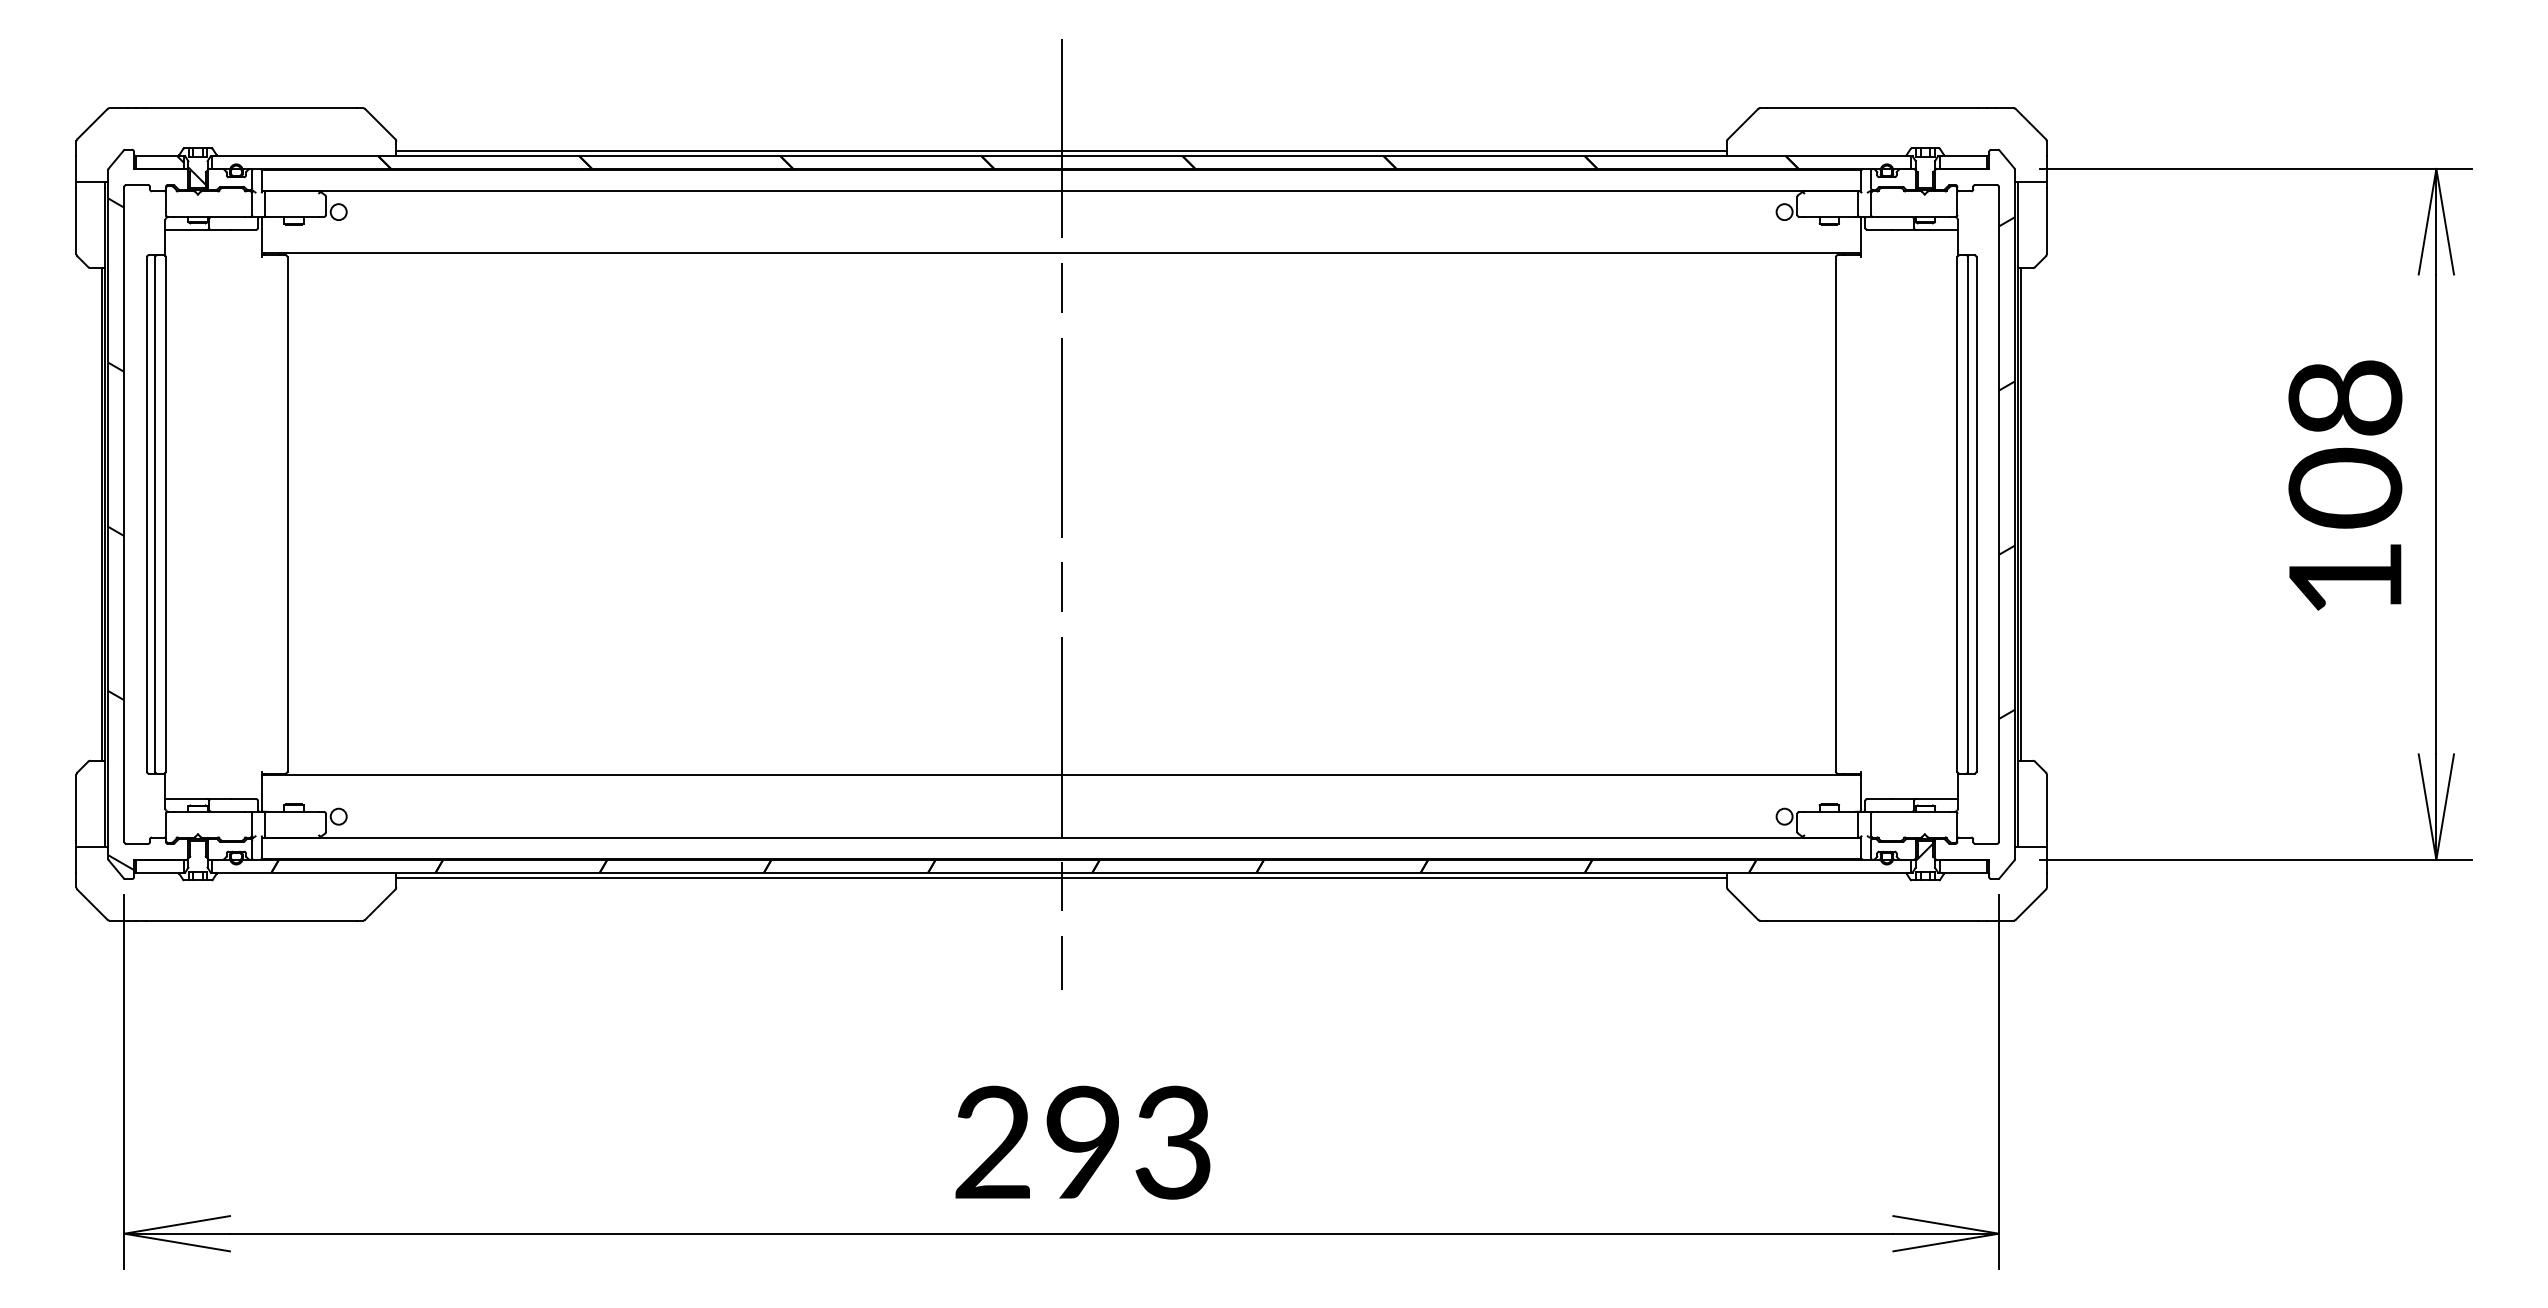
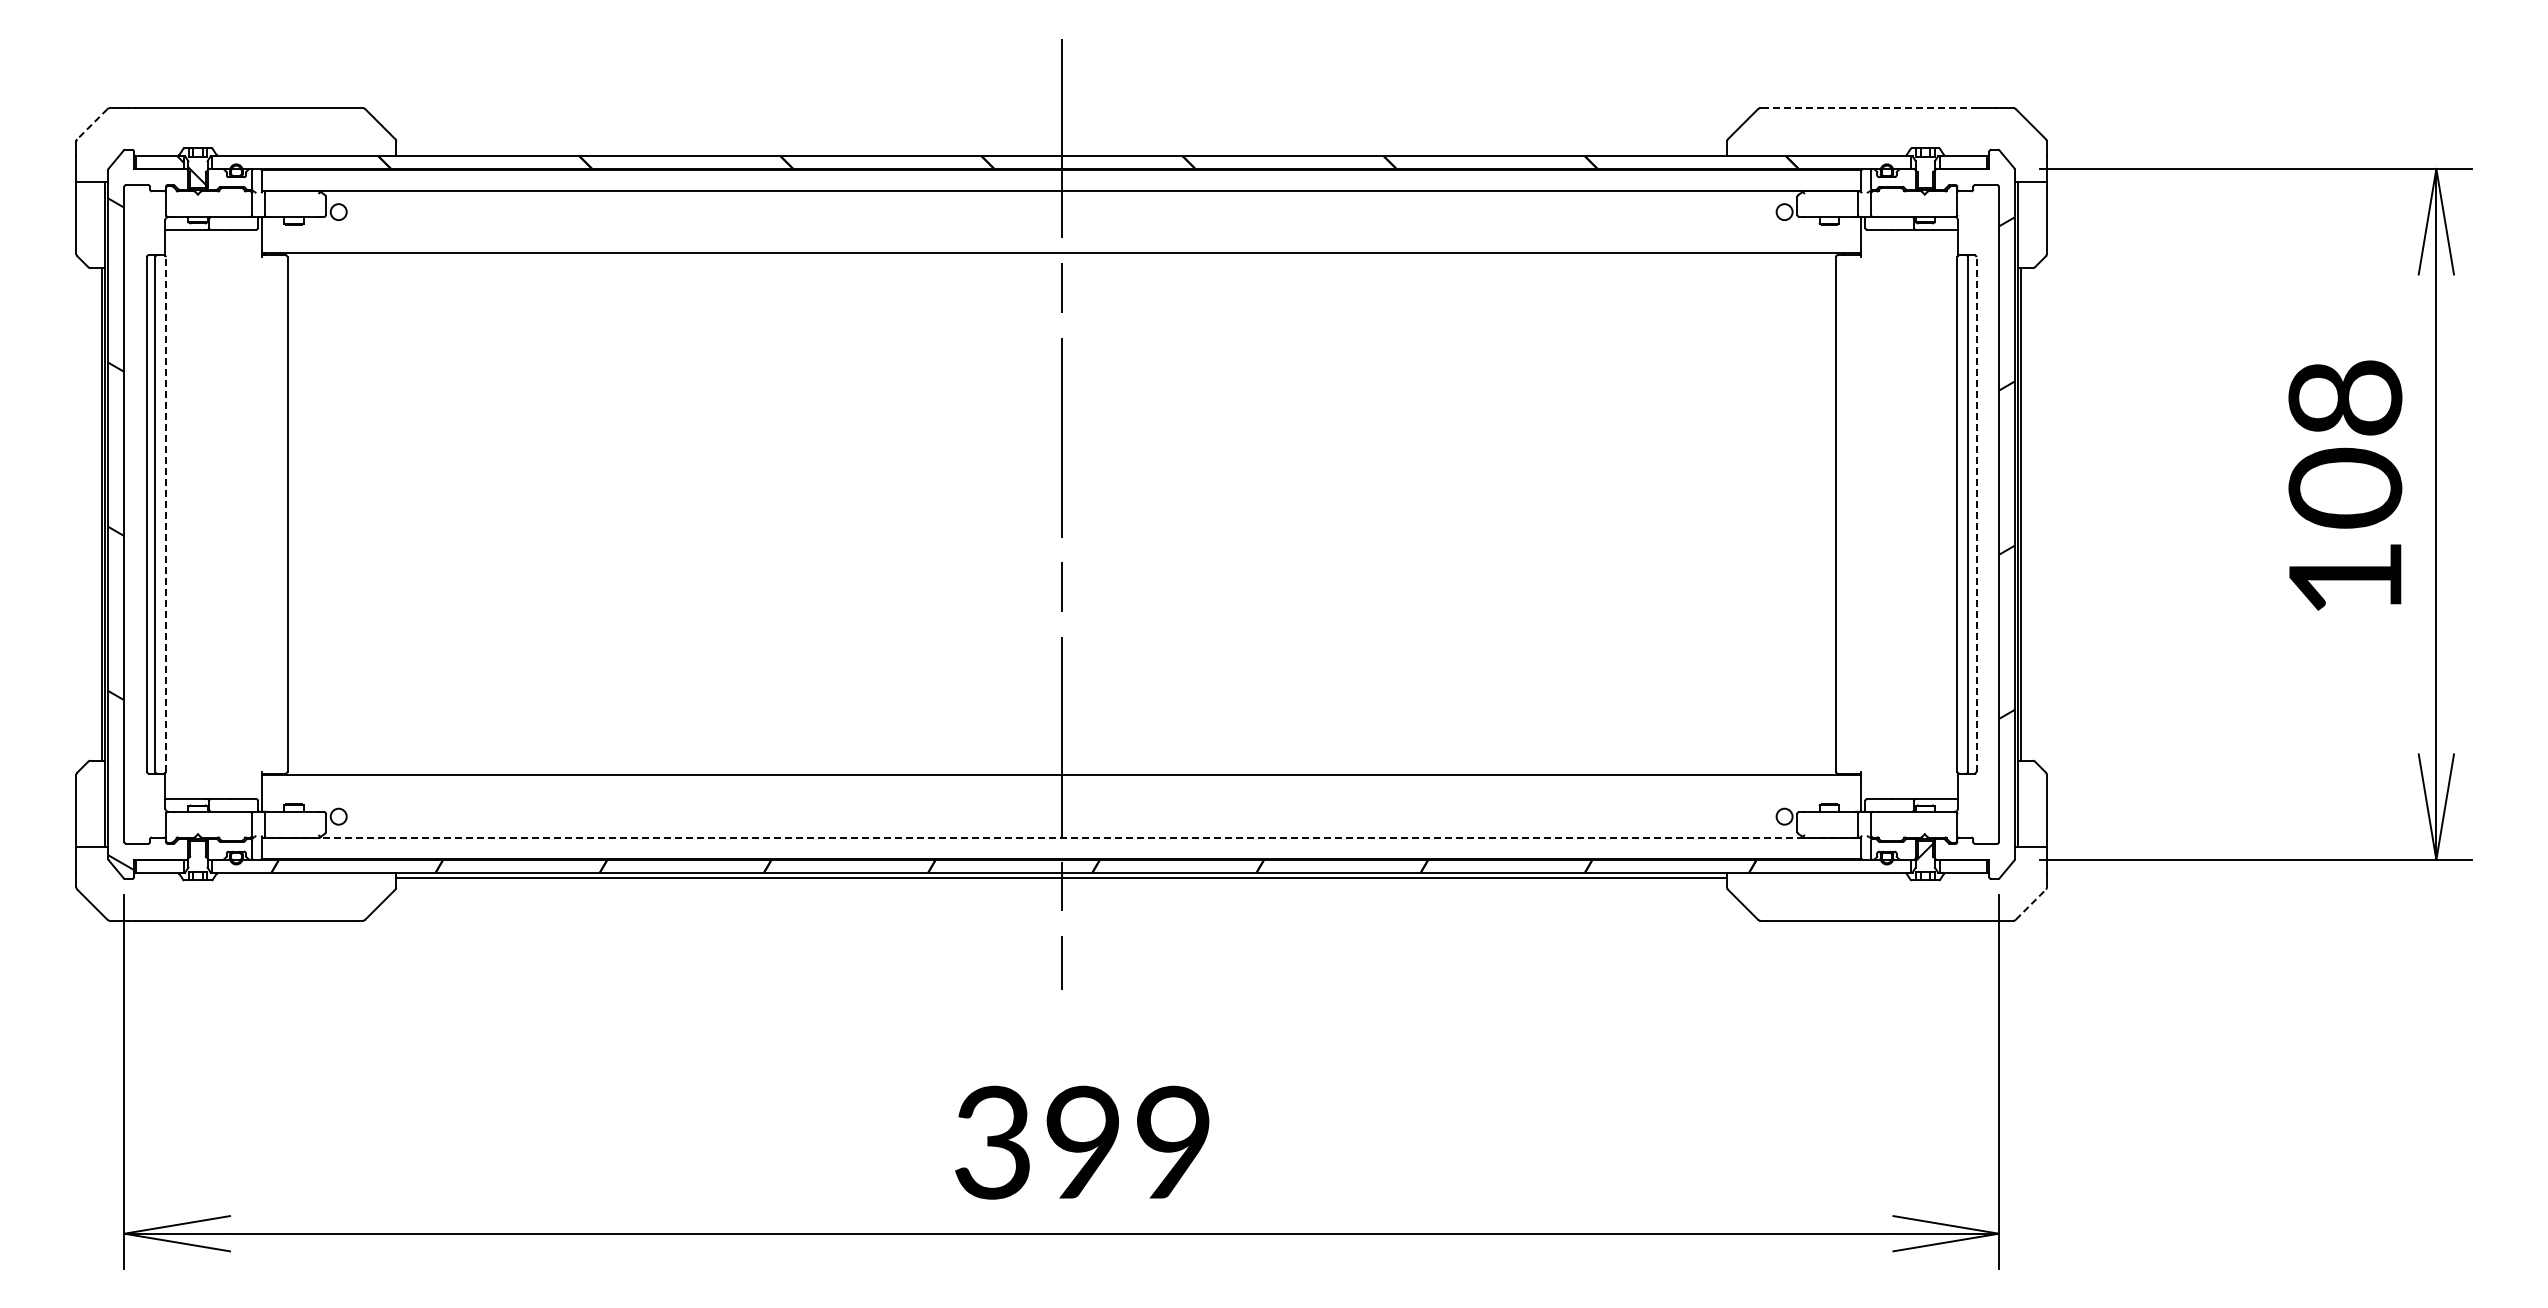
line at (1872, 108): solid -> dashed
line at (92, 124): solid -> dashed
line at (1061, 151): present -> none
line at (166, 513): solid -> dashed
line at (1976, 513): solid -> dashed
line at (1061, 837): solid -> dashed
line at (2031, 904): solid -> dashed
text at (1082, 1142): 293 -> 399
